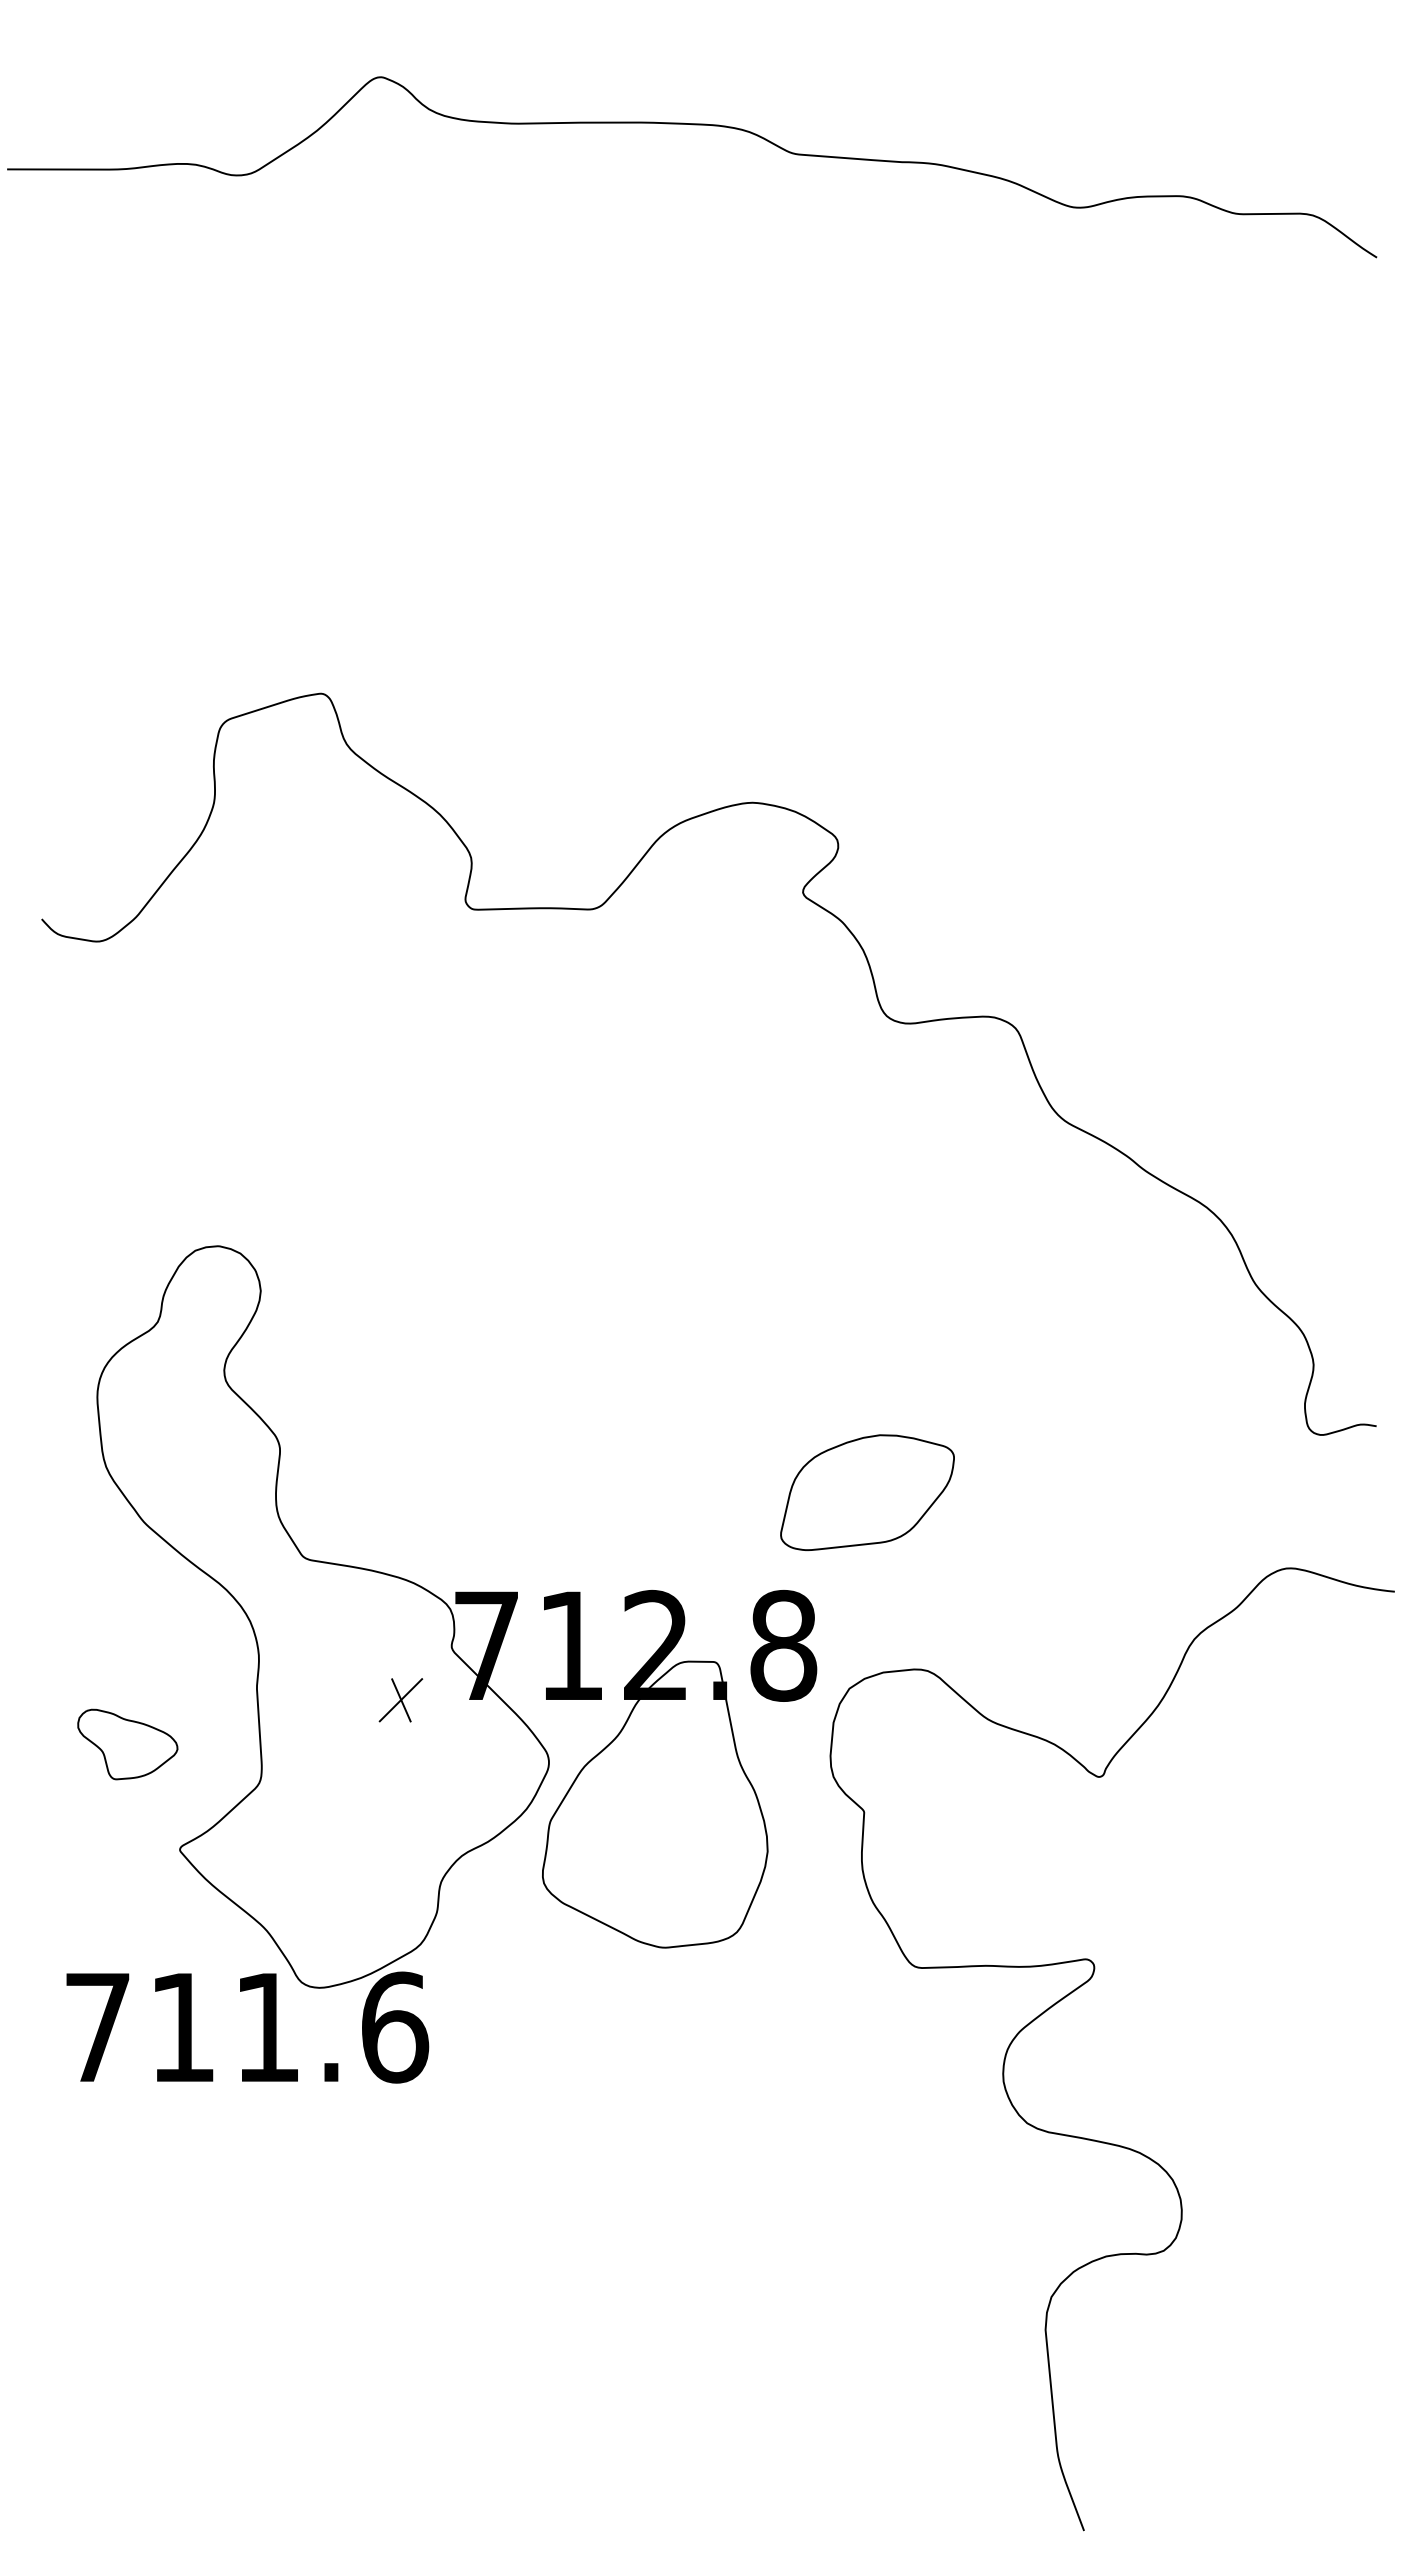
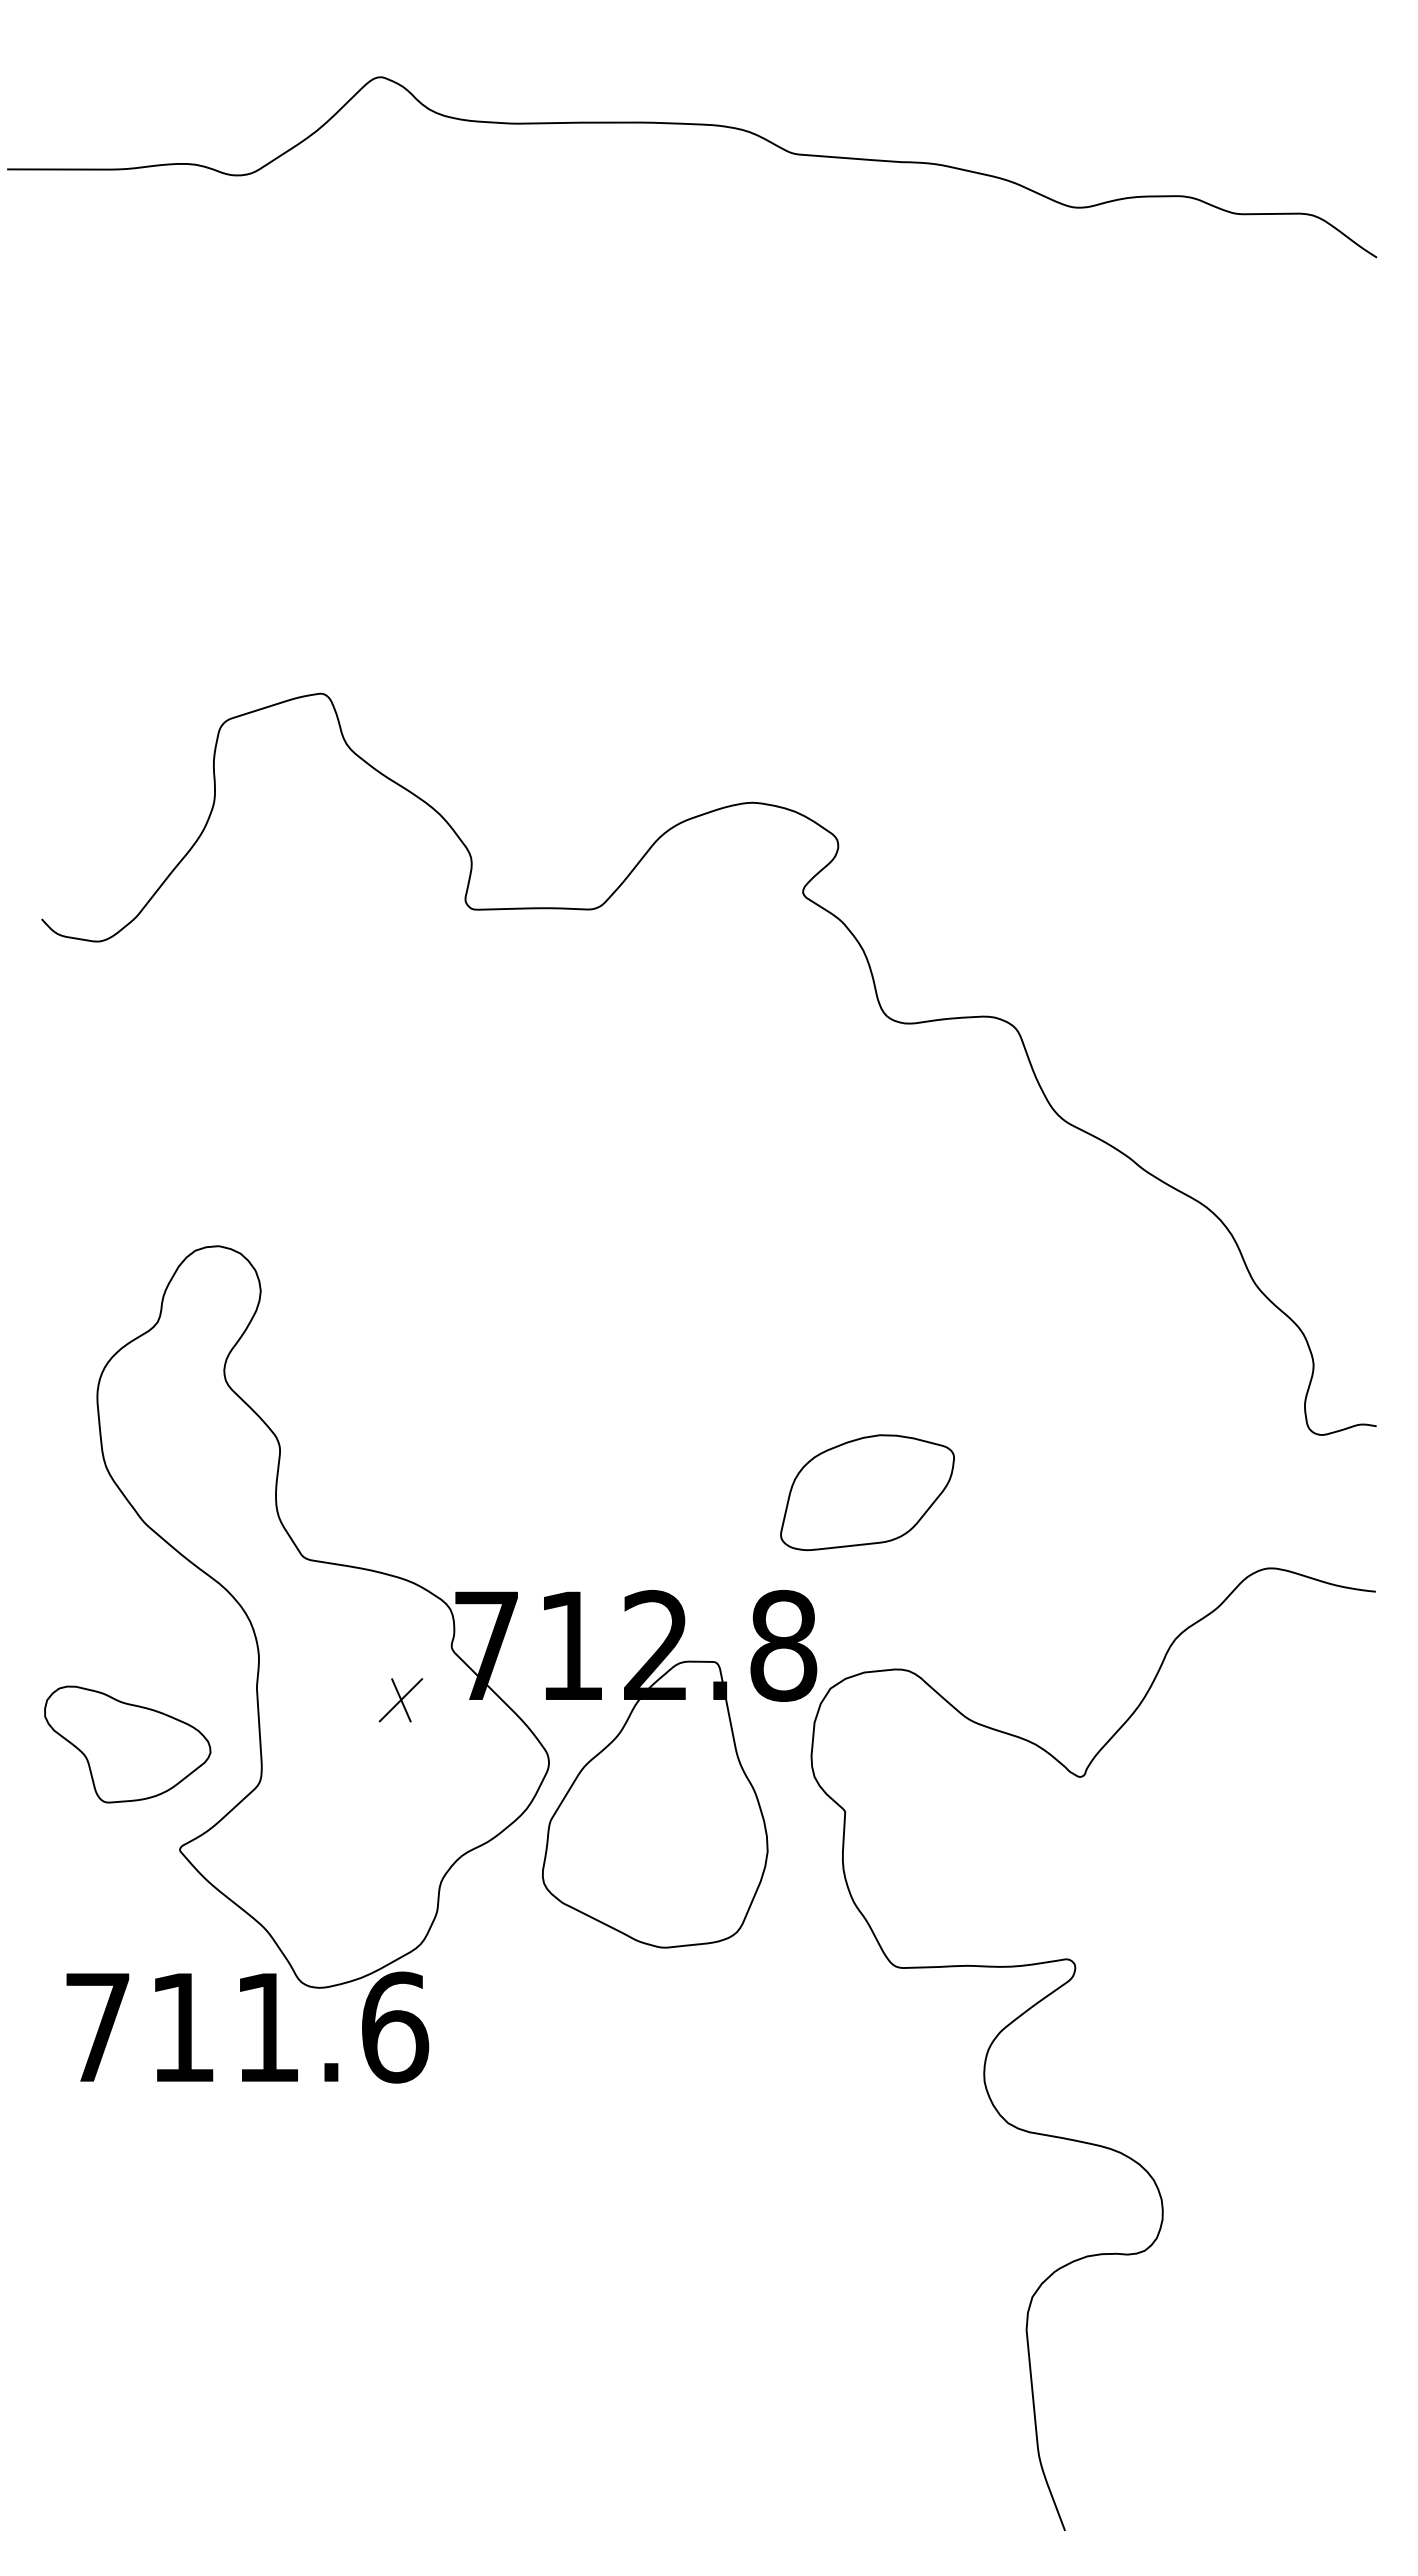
part at (127, 1744) size: 102x73 px -> 168x119 px
curve at (1069, 1995) position: (1069, 1995) -> (1050, 1995)
